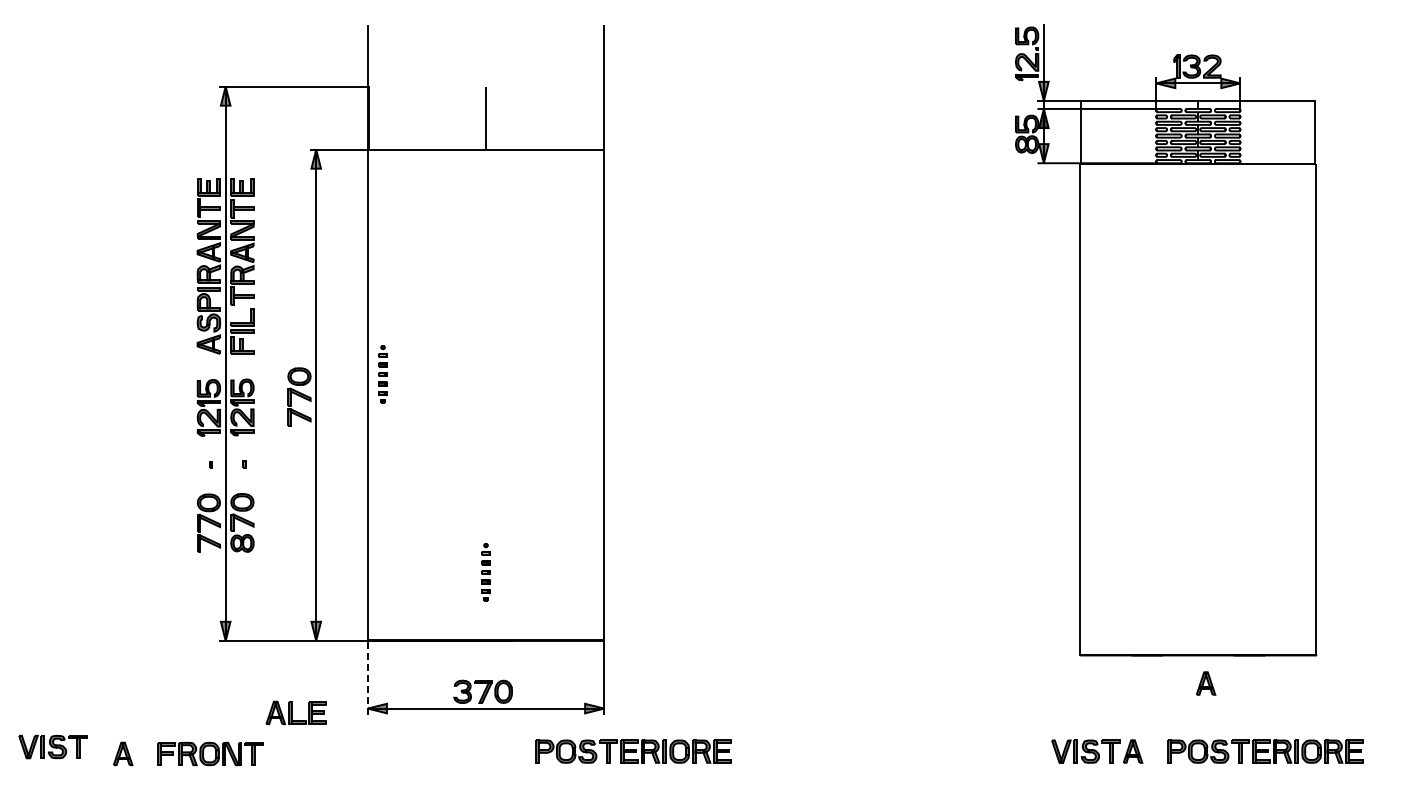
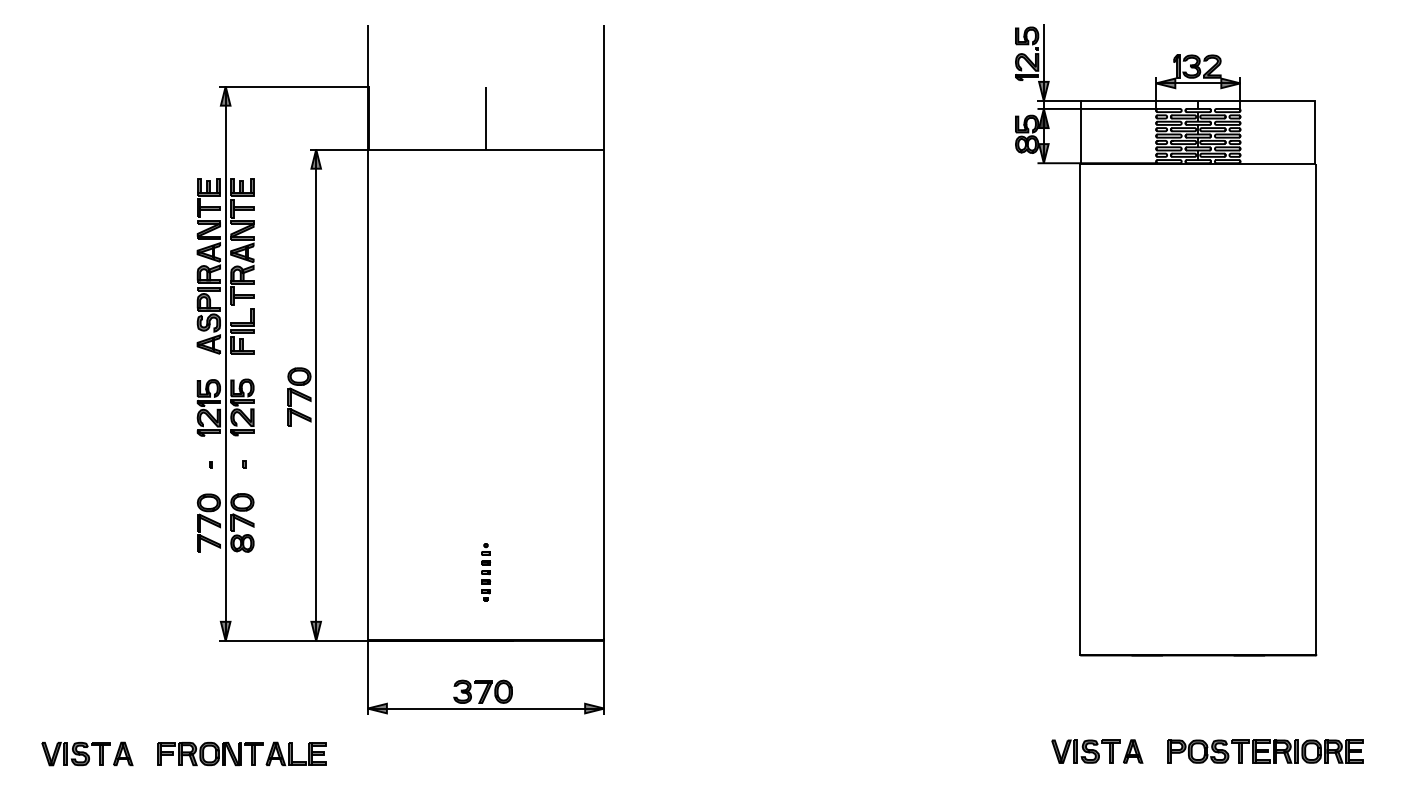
part at (383, 374): present -> none
line at (367, 679): dashed -> solid
part at (1206, 683): present -> none
part at (295, 712) position: (295, 712) -> (295, 753)
part at (52, 747) position: (52, 747) -> (75, 754)
part at (633, 751): present -> none
